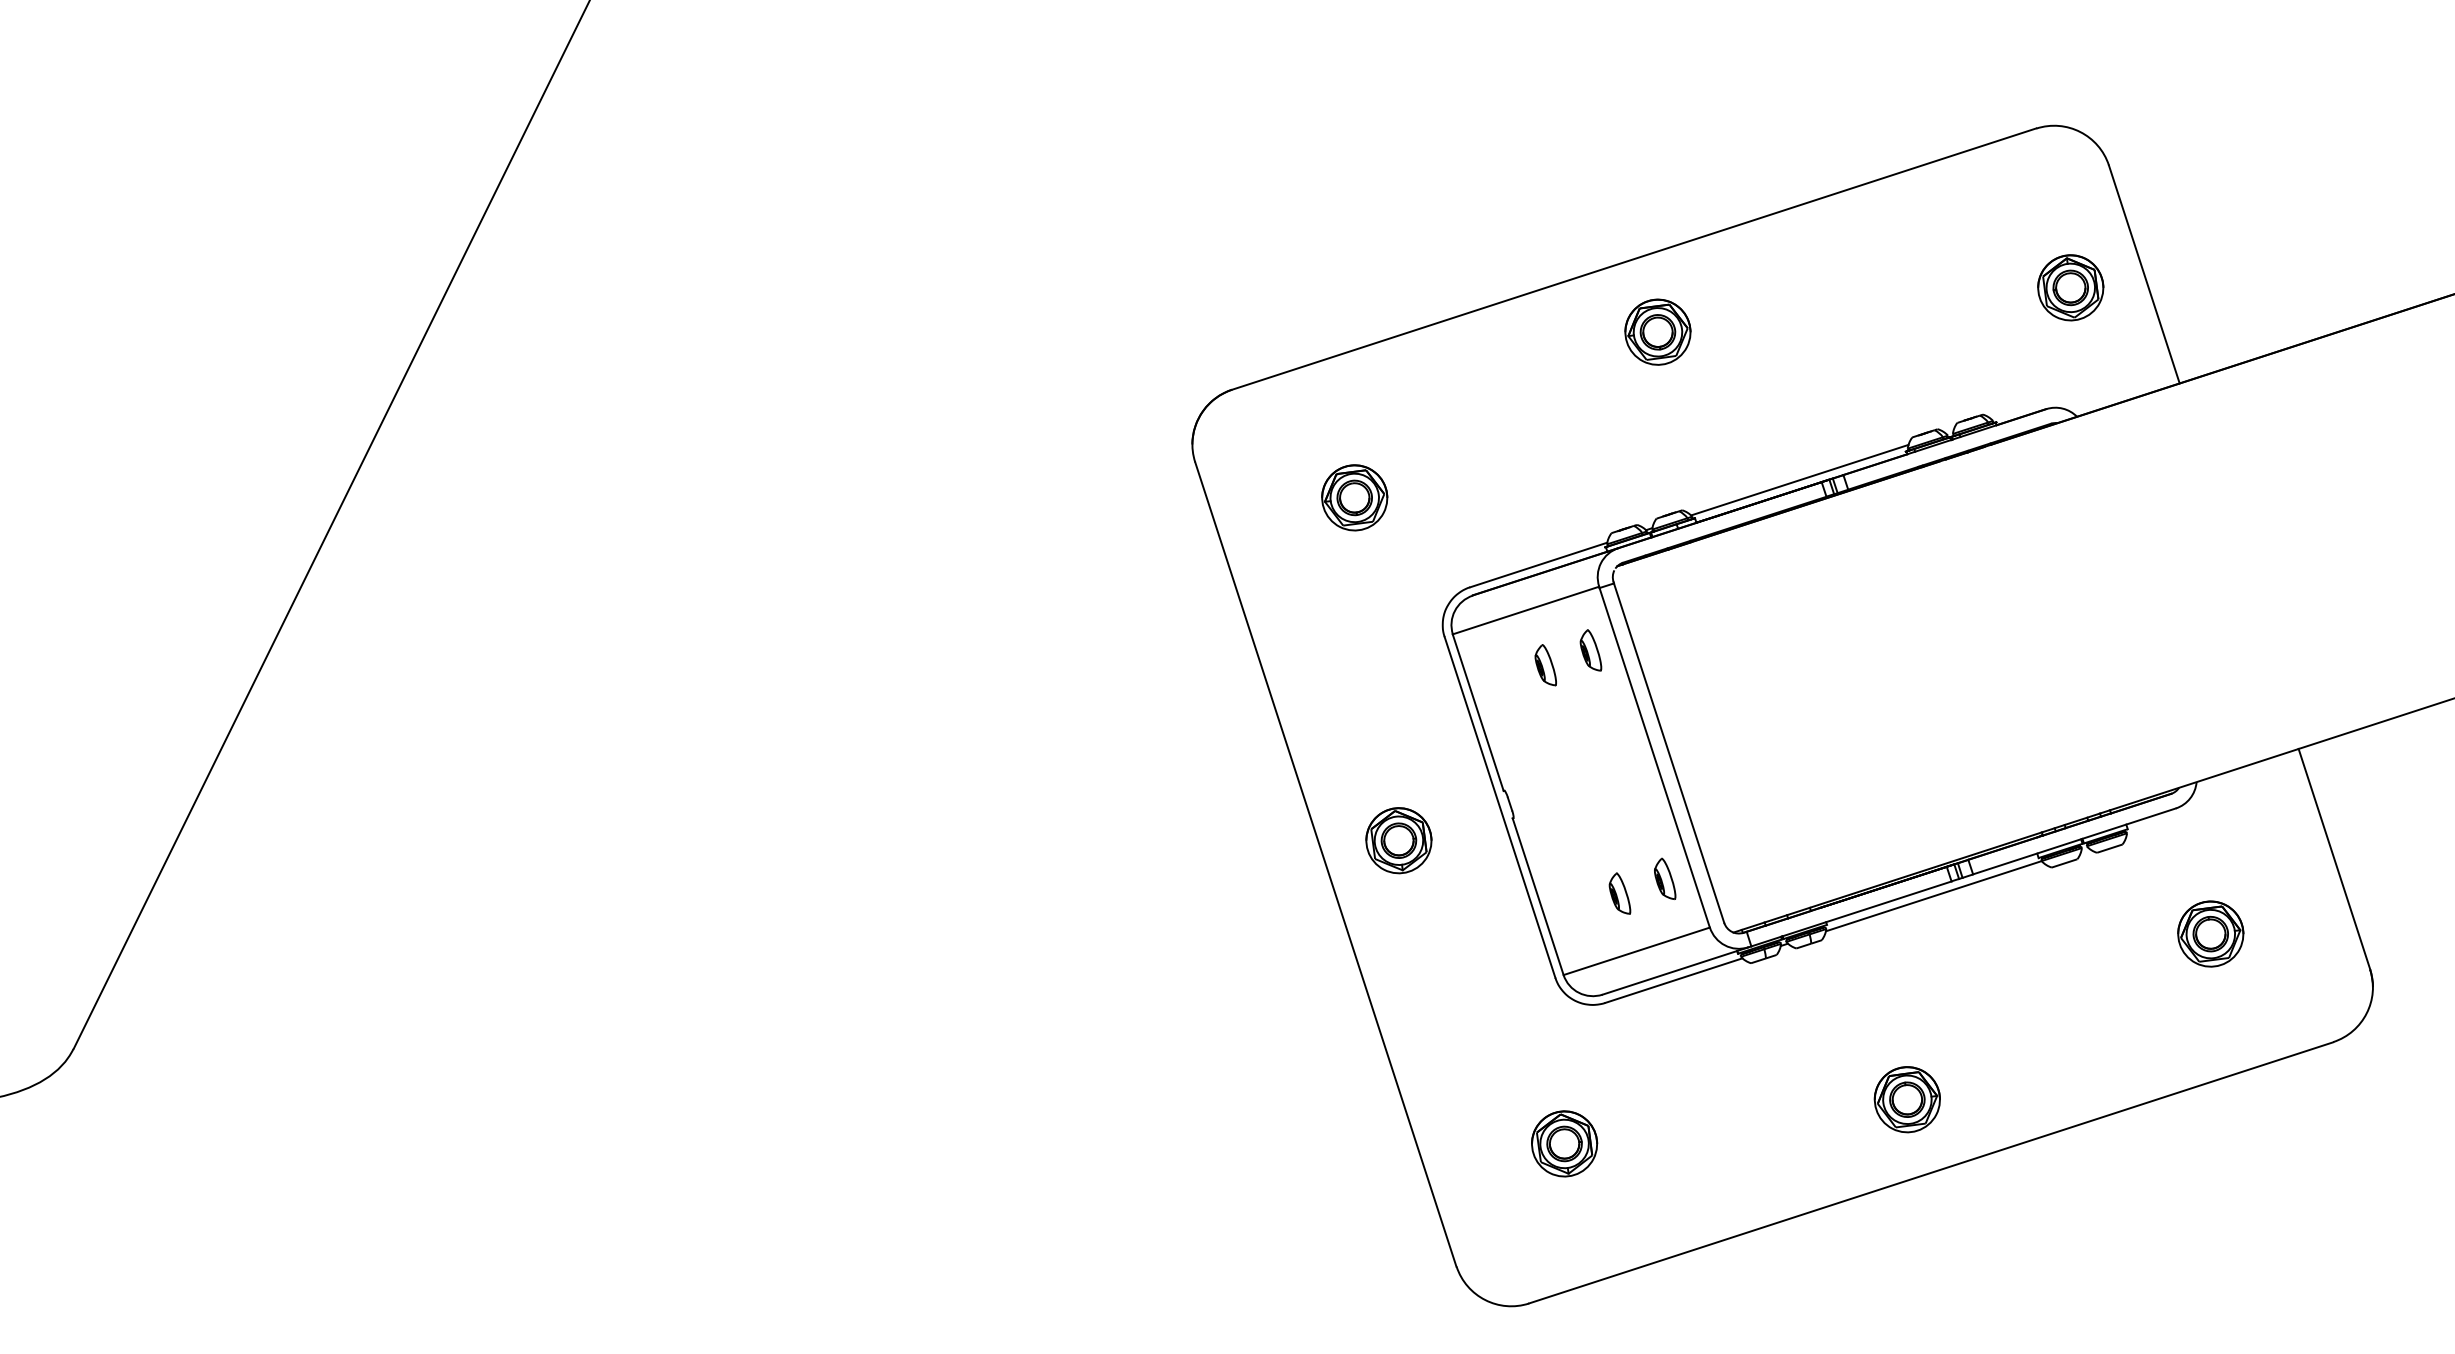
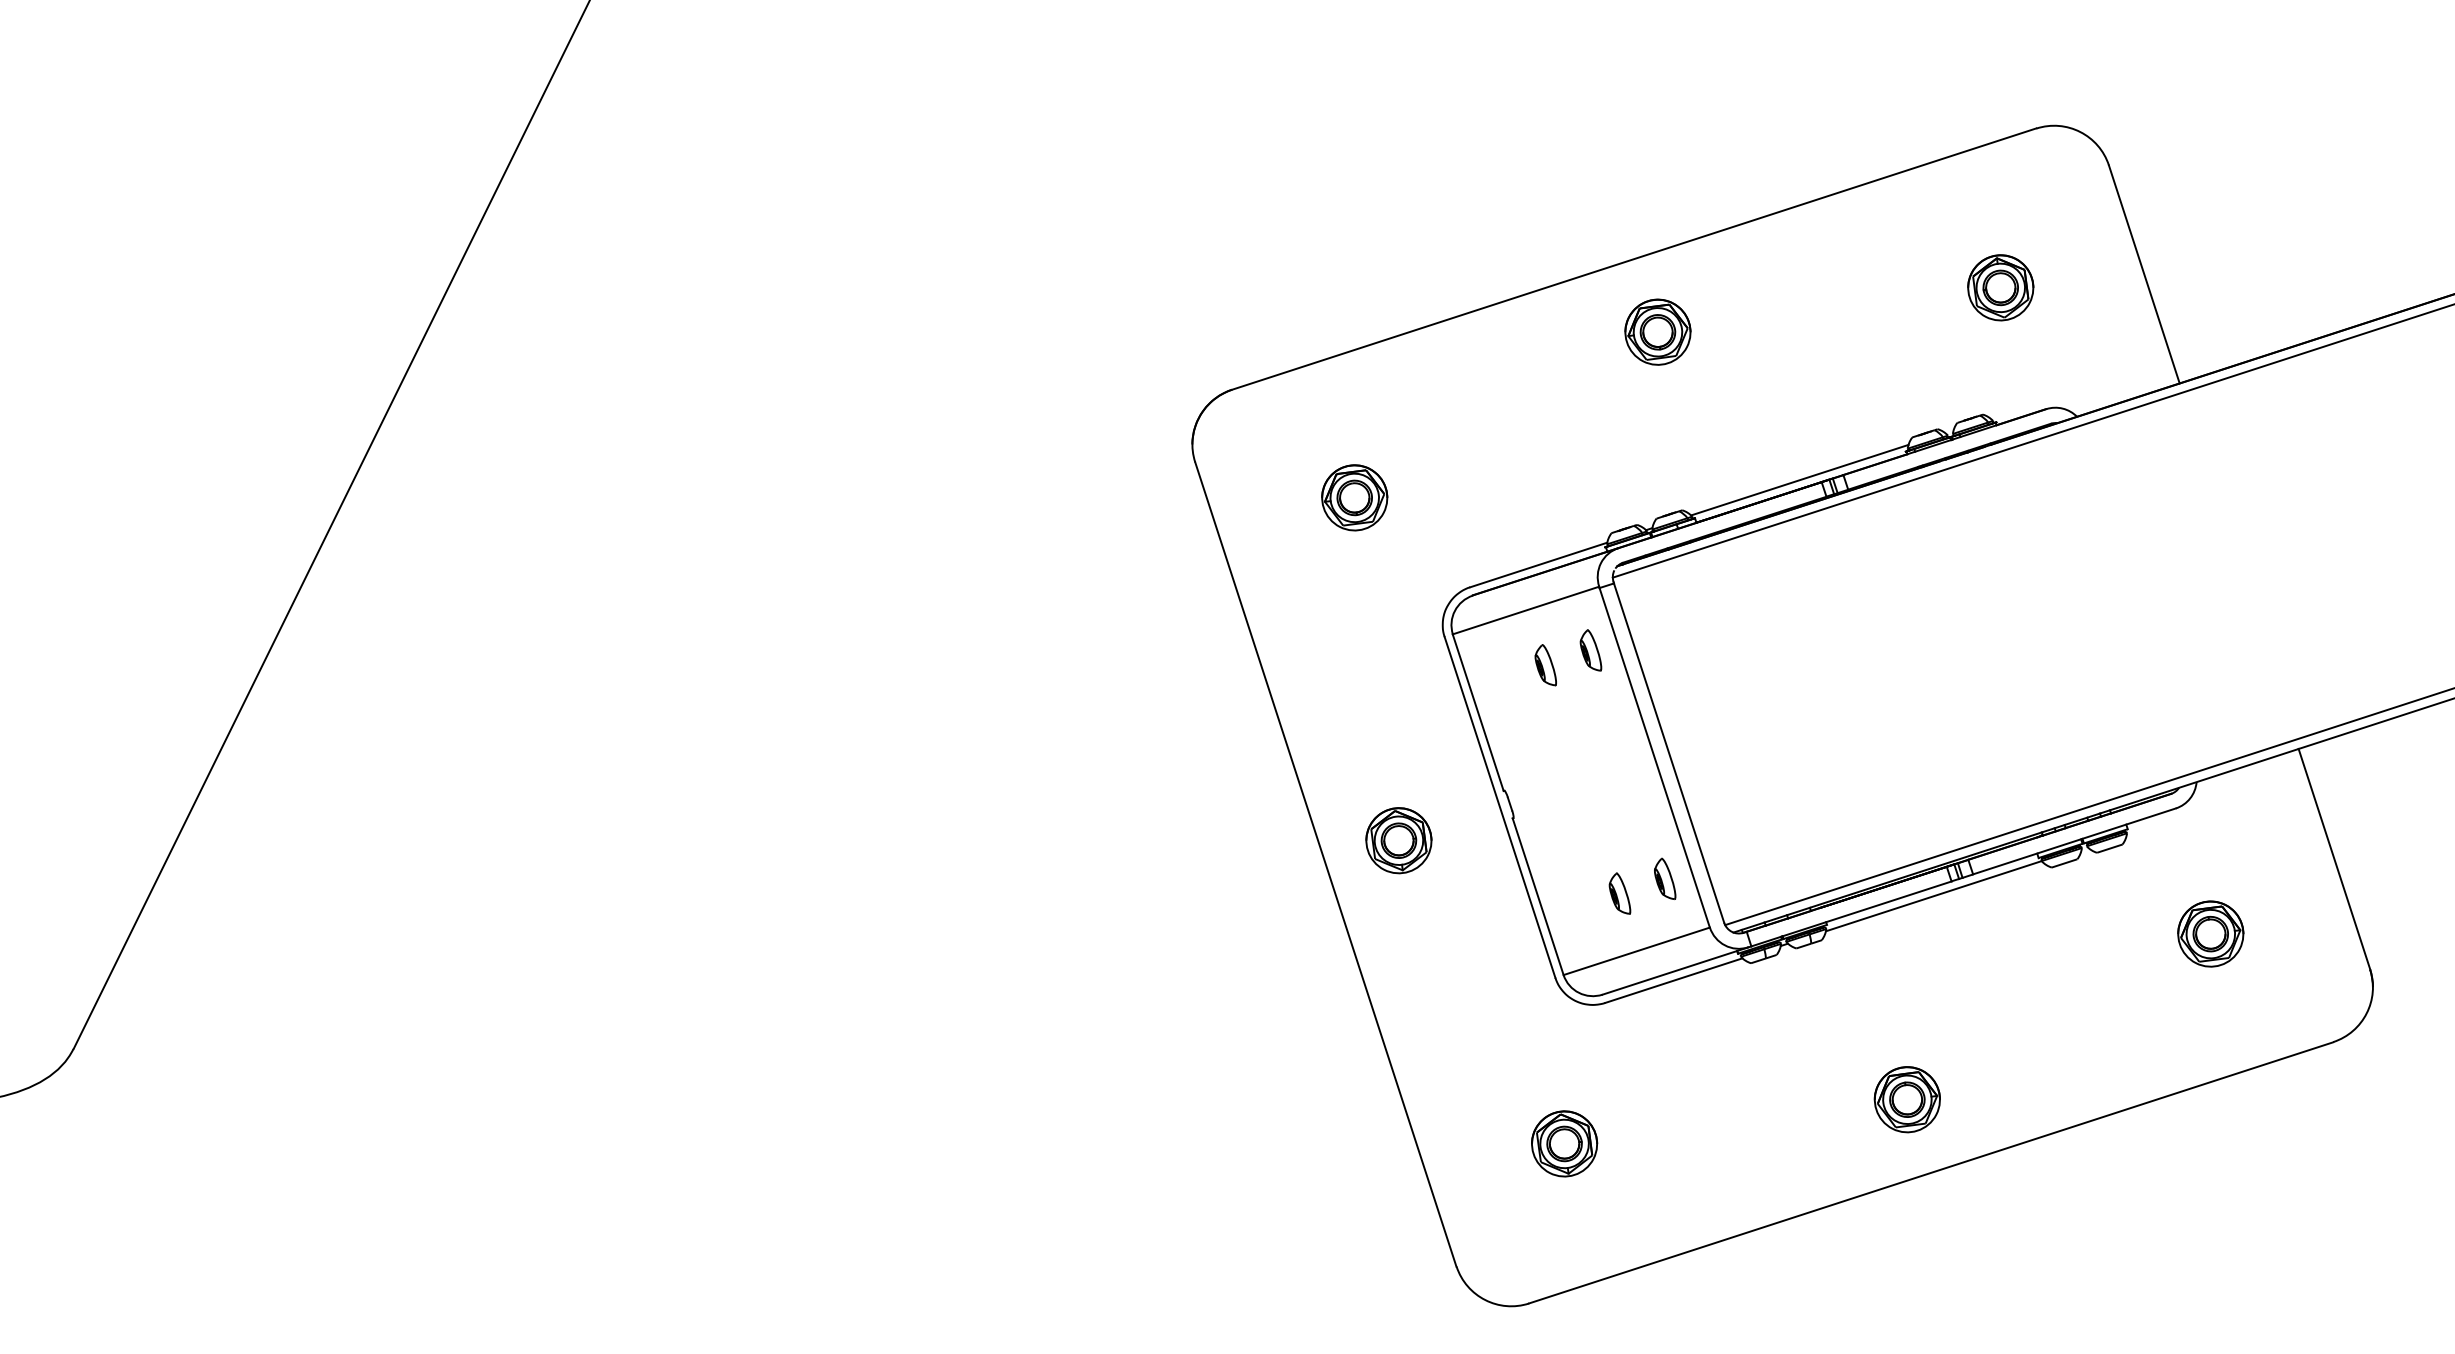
part at (2070, 287) position: (2070, 287) -> (2000, 287)
line at (2031, 441): none -> present
line at (2088, 807): none -> present
